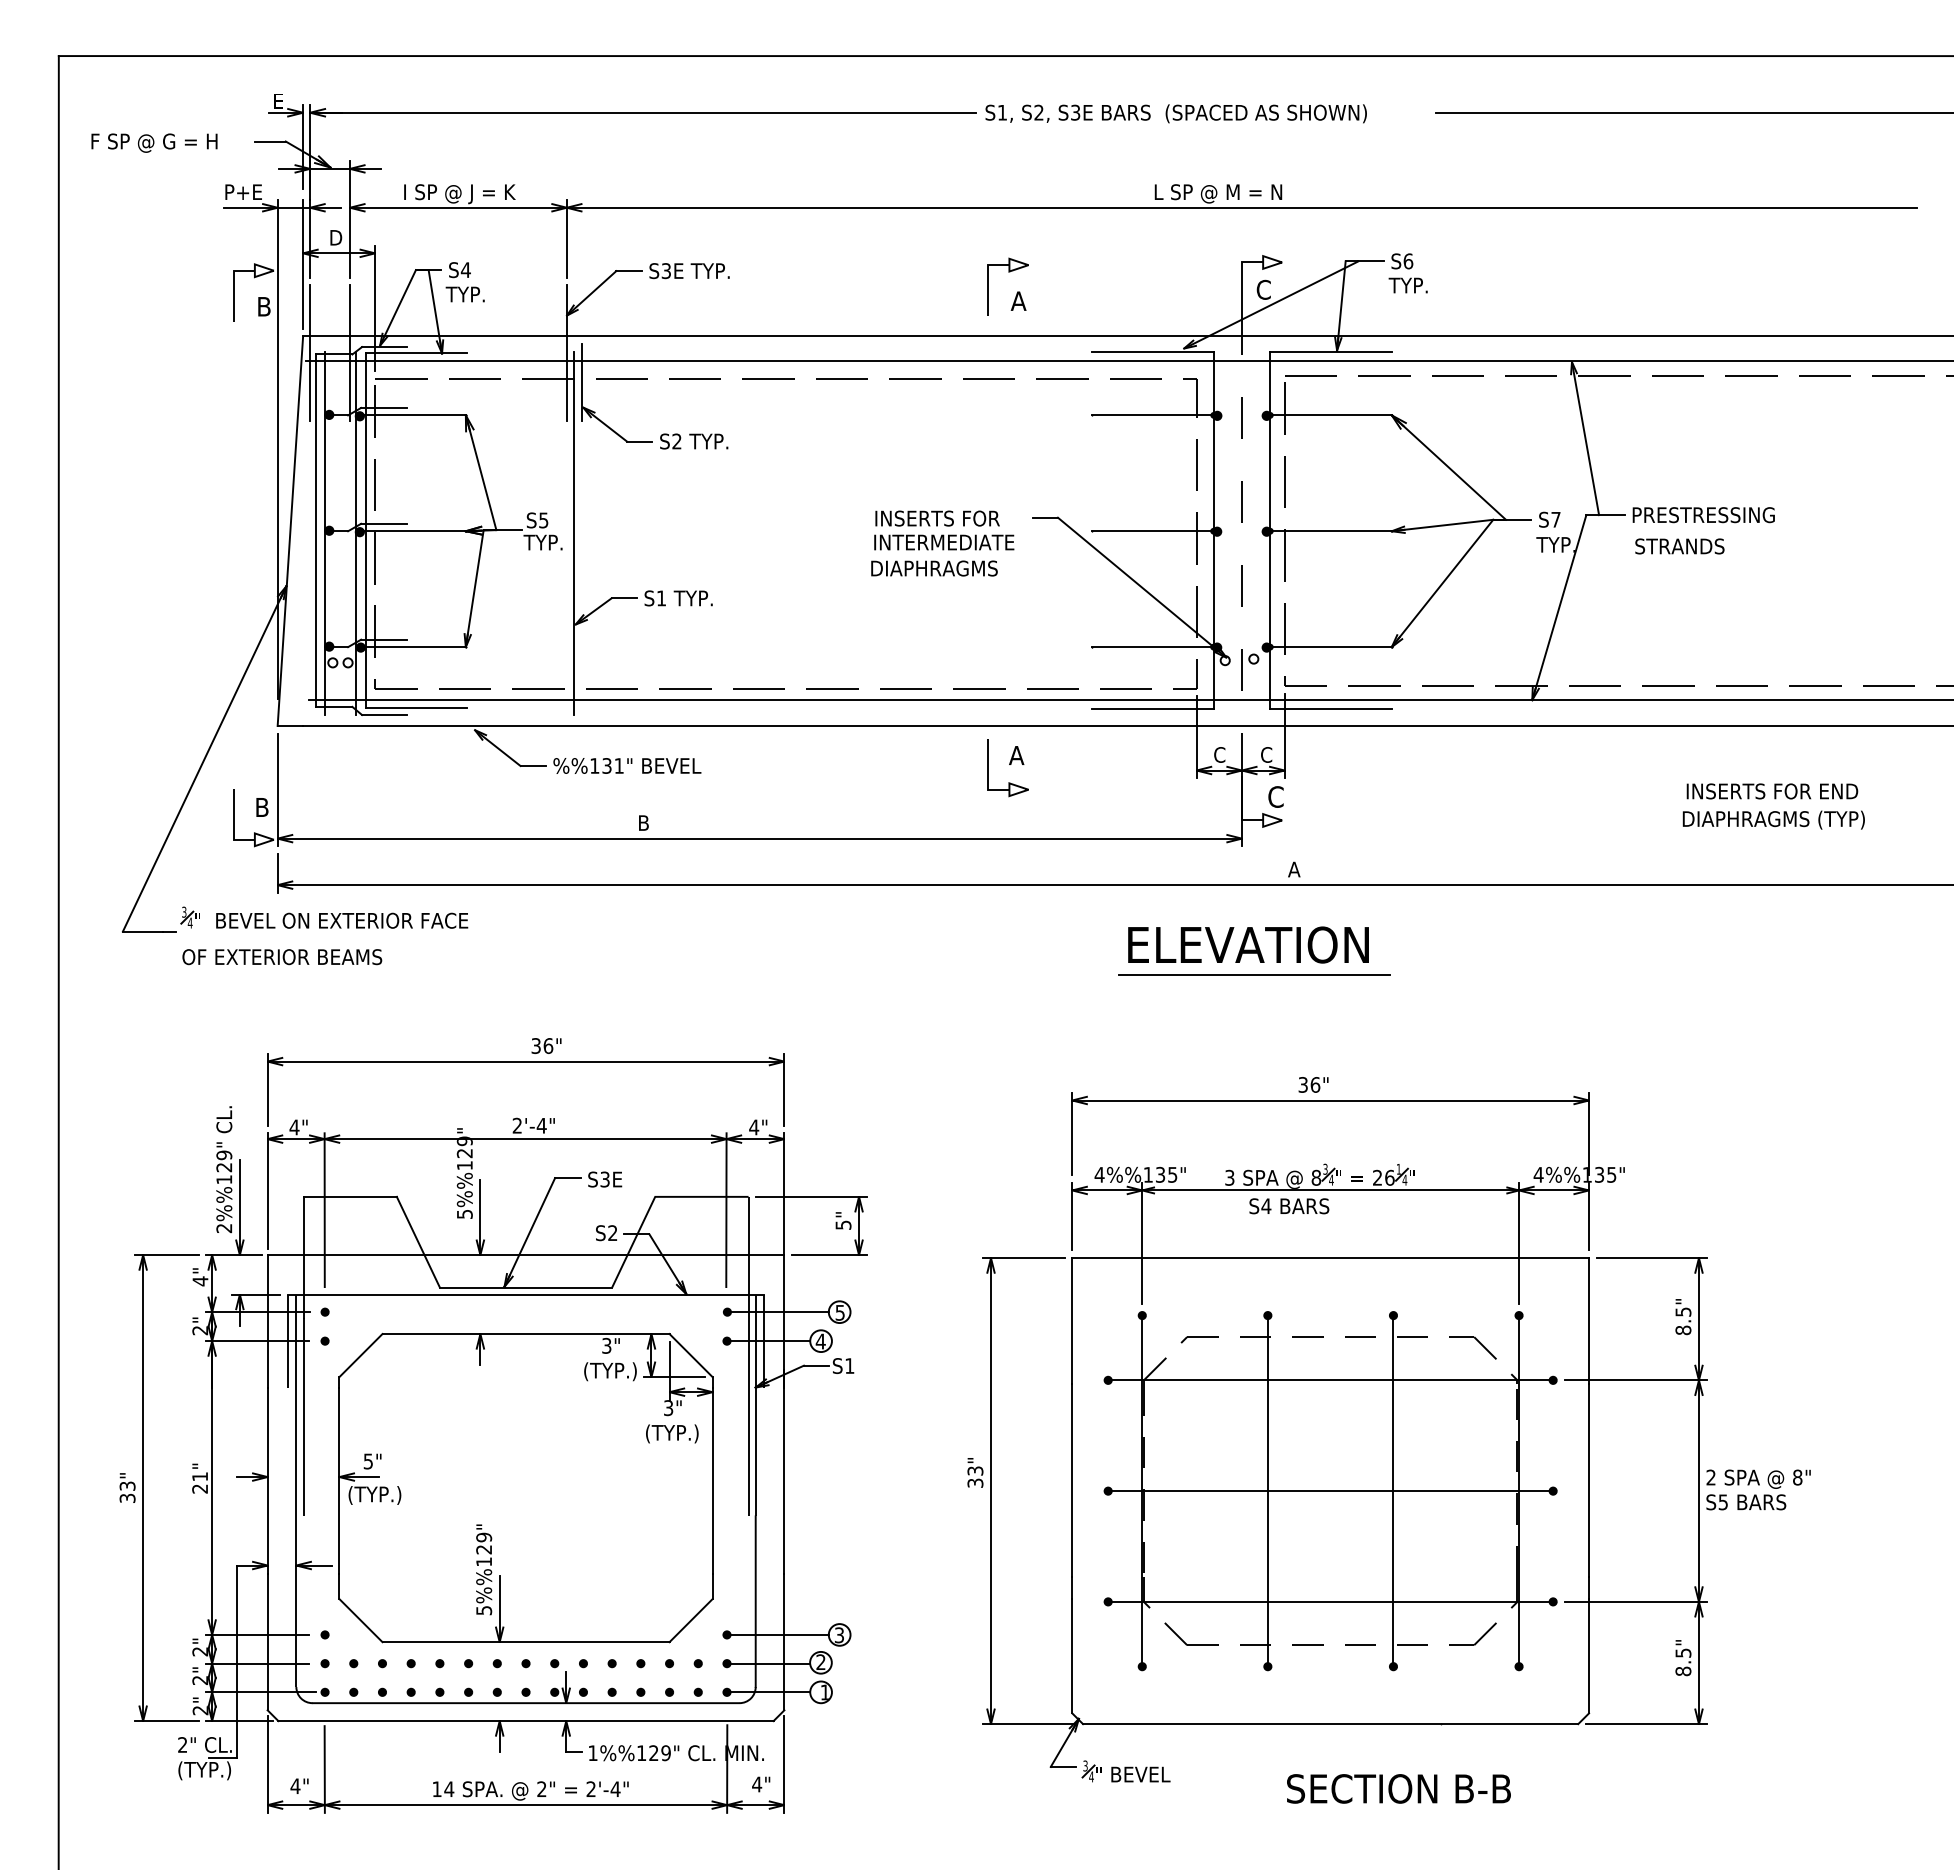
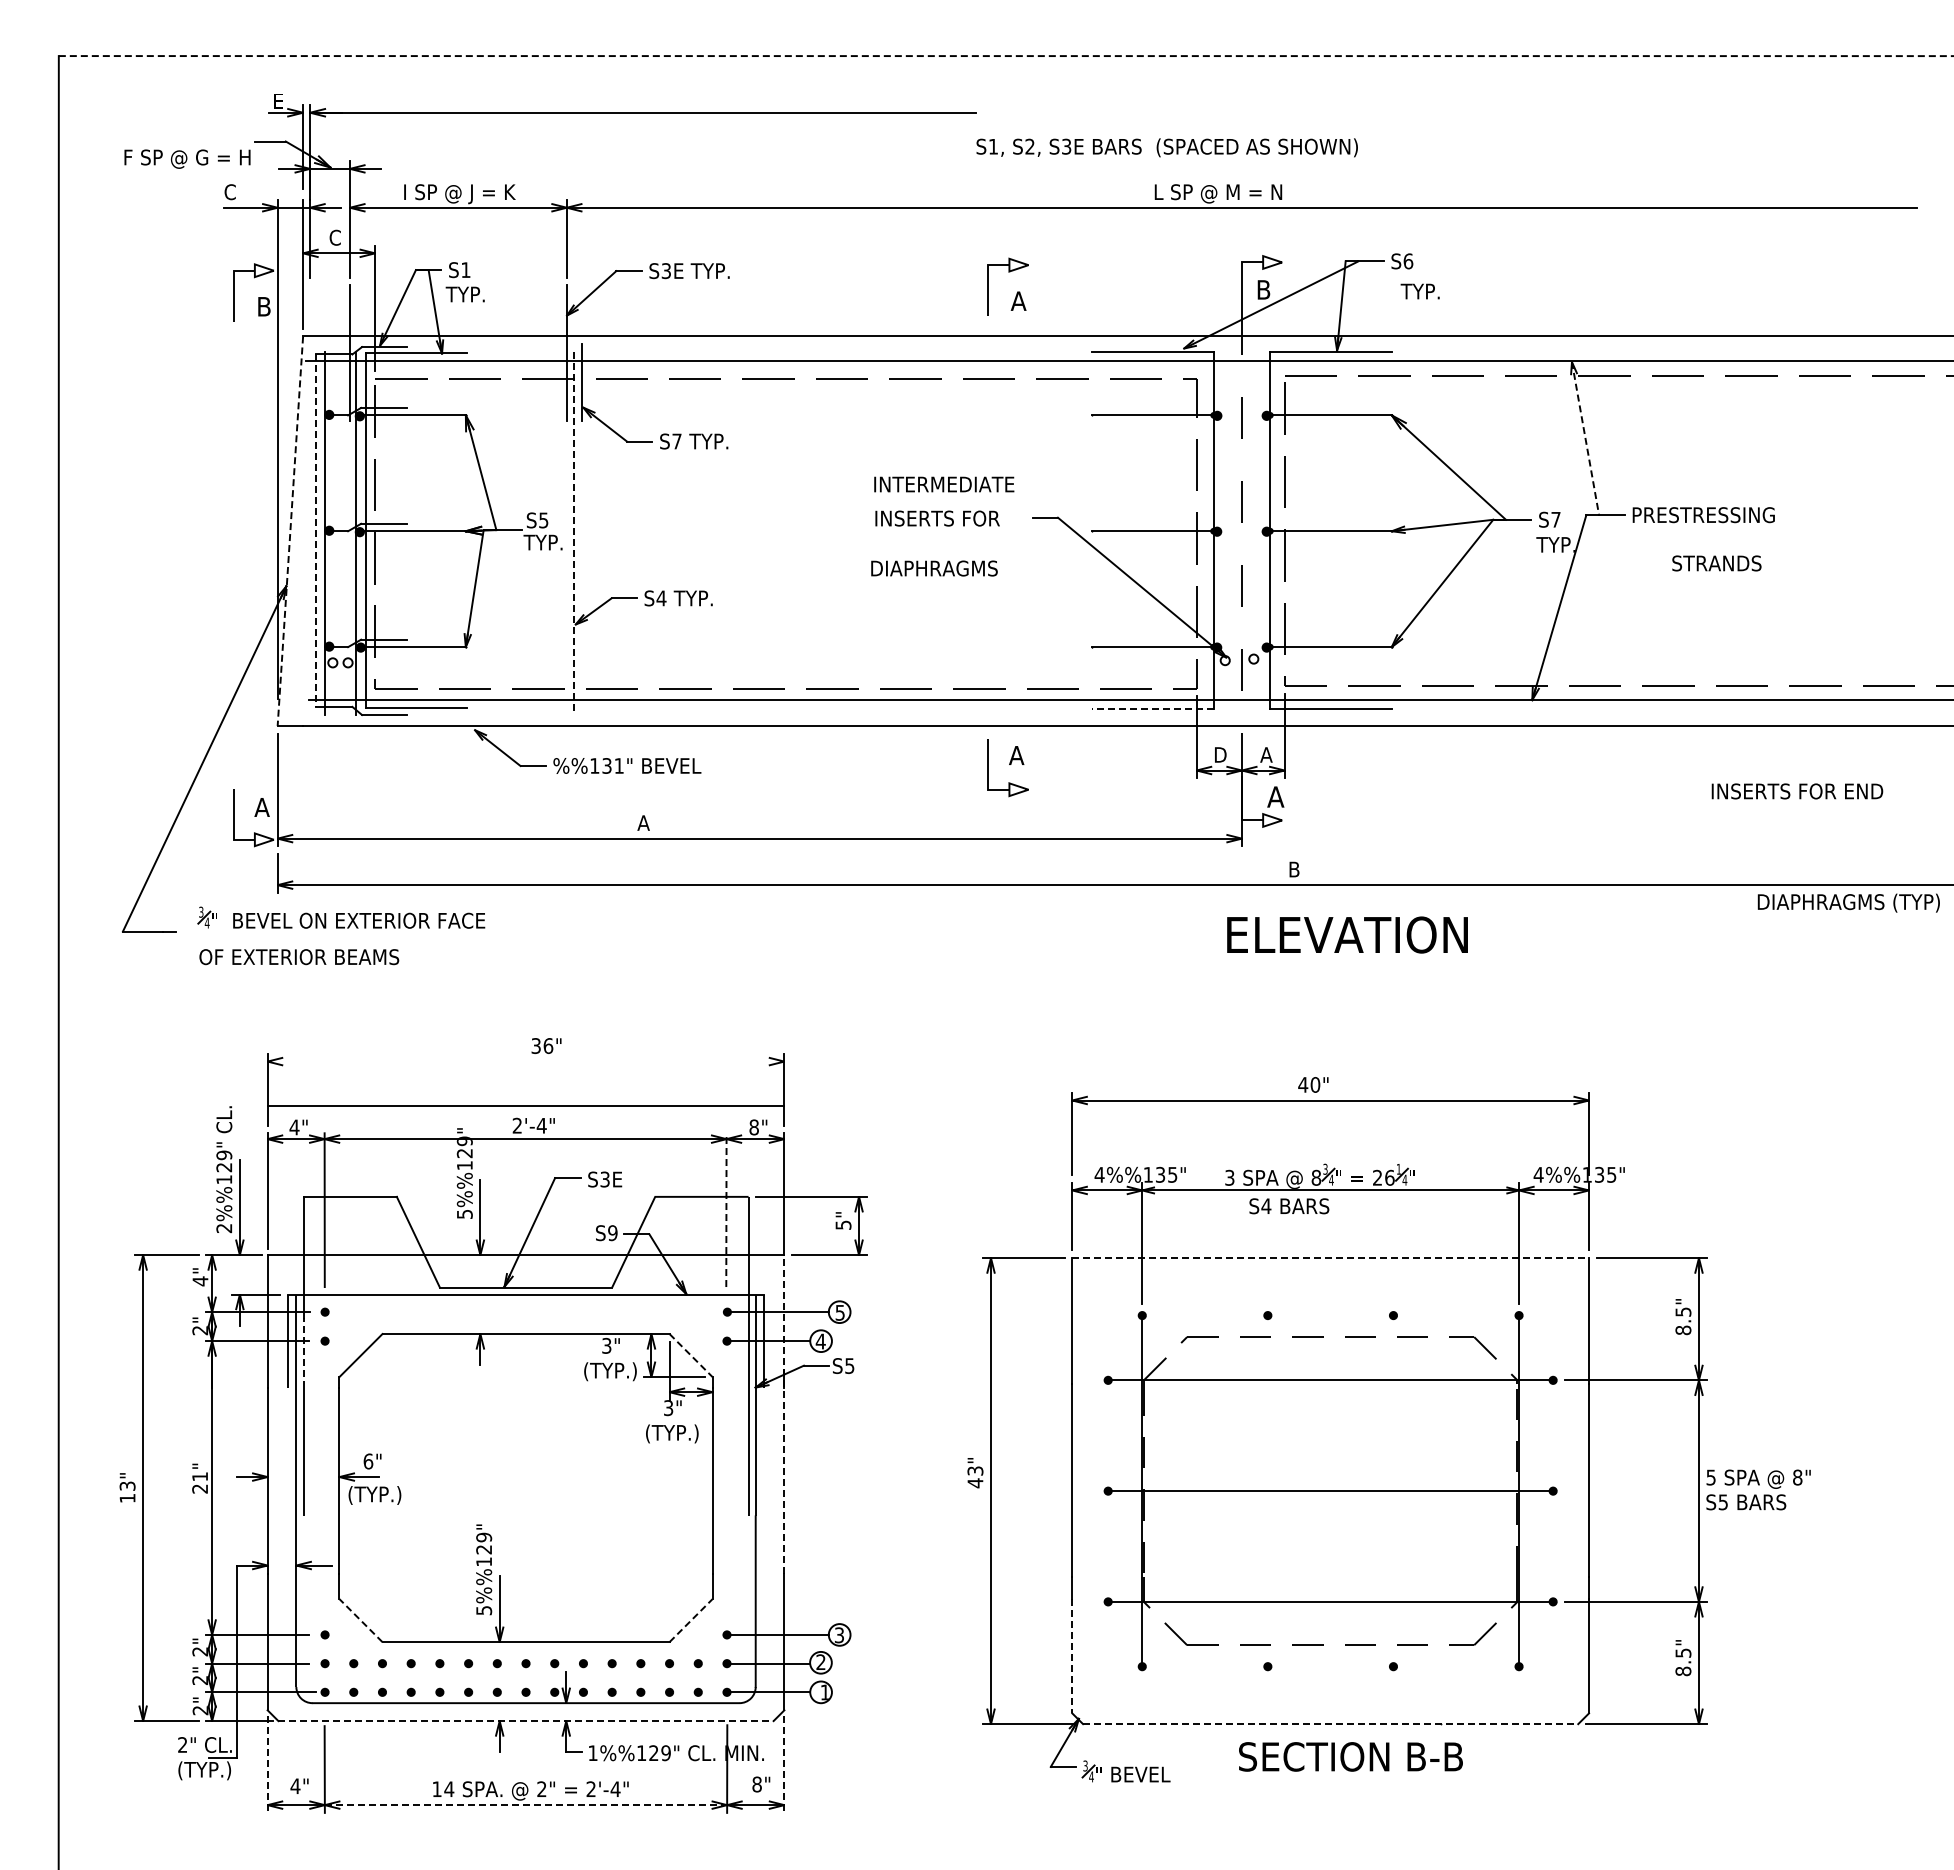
line at (1006, 56): solid -> dashed
line at (1693, 112): present -> none
text at (1175, 113) position: (1175, 113) -> (1166, 147)
text at (154, 142) position: (154, 142) -> (187, 158)
text at (242, 192): P+E -> C
text at (335, 237): D -> C
text at (465, 269): S4 -> S1
text at (1407, 285) position: (1407, 285) -> (1419, 291)
text at (1263, 289): C -> B
line at (310, 352): present -> none
line at (1585, 438): solid -> dashed
text at (676, 441): S2 -> S7
line at (290, 531): solid -> dashed
line at (316, 531): solid -> dashed
line at (574, 534): solid -> dashed
text at (944, 542) position: (944, 542) -> (944, 484)
text at (1679, 546) position: (1679, 546) -> (1716, 563)
text at (661, 598): S1 -> S4
line at (1152, 709): solid -> dashed
text at (1220, 754): C -> D
text at (1266, 754): C -> A
text at (1772, 791) position: (1772, 791) -> (1797, 791)
text at (1275, 796): C -> A
text at (261, 807): B -> A
text at (1773, 819) position: (1773, 819) -> (1848, 902)
text at (643, 822): B -> A
text at (1294, 869): A -> B
part at (324, 928) position: (324, 928) -> (341, 928)
text at (1248, 944) position: (1248, 944) -> (1347, 934)
line at (1254, 975): present -> none
line at (525, 1061) position: (525, 1061) -> (525, 1105)
text at (1309, 1084): 36" -> 40"
text at (754, 1127): 4" -> 8"
line at (726, 1210): solid -> dashed
text at (612, 1233): S2 -> S9
line at (1331, 1258): solid -> dashed
line at (303, 1352): solid -> dashed
line at (691, 1355): solid -> dashed
text at (849, 1366): S1 -> S5
line at (784, 1414): solid -> dashed
text at (368, 1461): 5" -> 6"
text at (1710, 1477): 2 -> 5
text at (975, 1483): 33" -> 43"
line at (1267, 1490): present -> none
line at (1393, 1490): present -> none
text at (127, 1497): 33" -> 13"
line at (360, 1620): solid -> dashed
line at (691, 1620): solid -> dashed
line at (1072, 1656): solid -> dashed
line at (526, 1721): solid -> dashed
line at (1330, 1724): solid -> dashed
line at (267, 1765): solid -> dashed
line at (784, 1765): solid -> dashed
text at (757, 1784): 4" -> 8"
text at (1398, 1788) position: (1398, 1788) -> (1350, 1756)
line at (526, 1805): solid -> dashed
